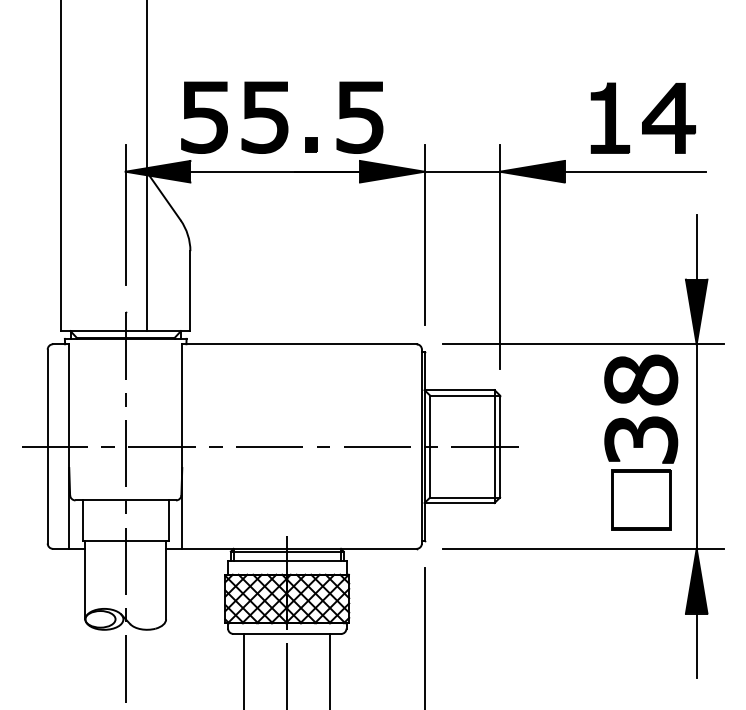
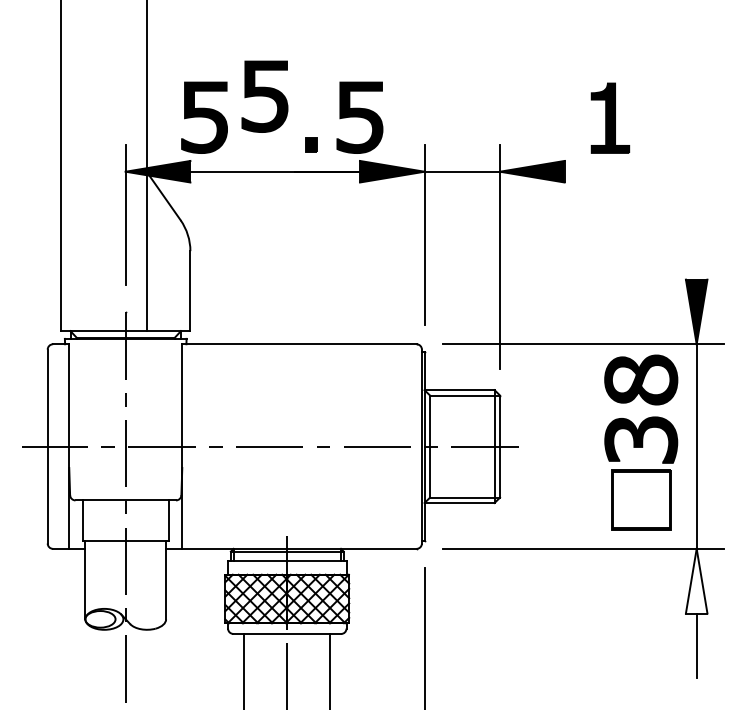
part at (264, 117) position: (264, 117) -> (264, 96)
part at (668, 118): present -> none
line at (635, 171): present -> none
line at (696, 247): present -> none
fill at (696, 580): present -> none
